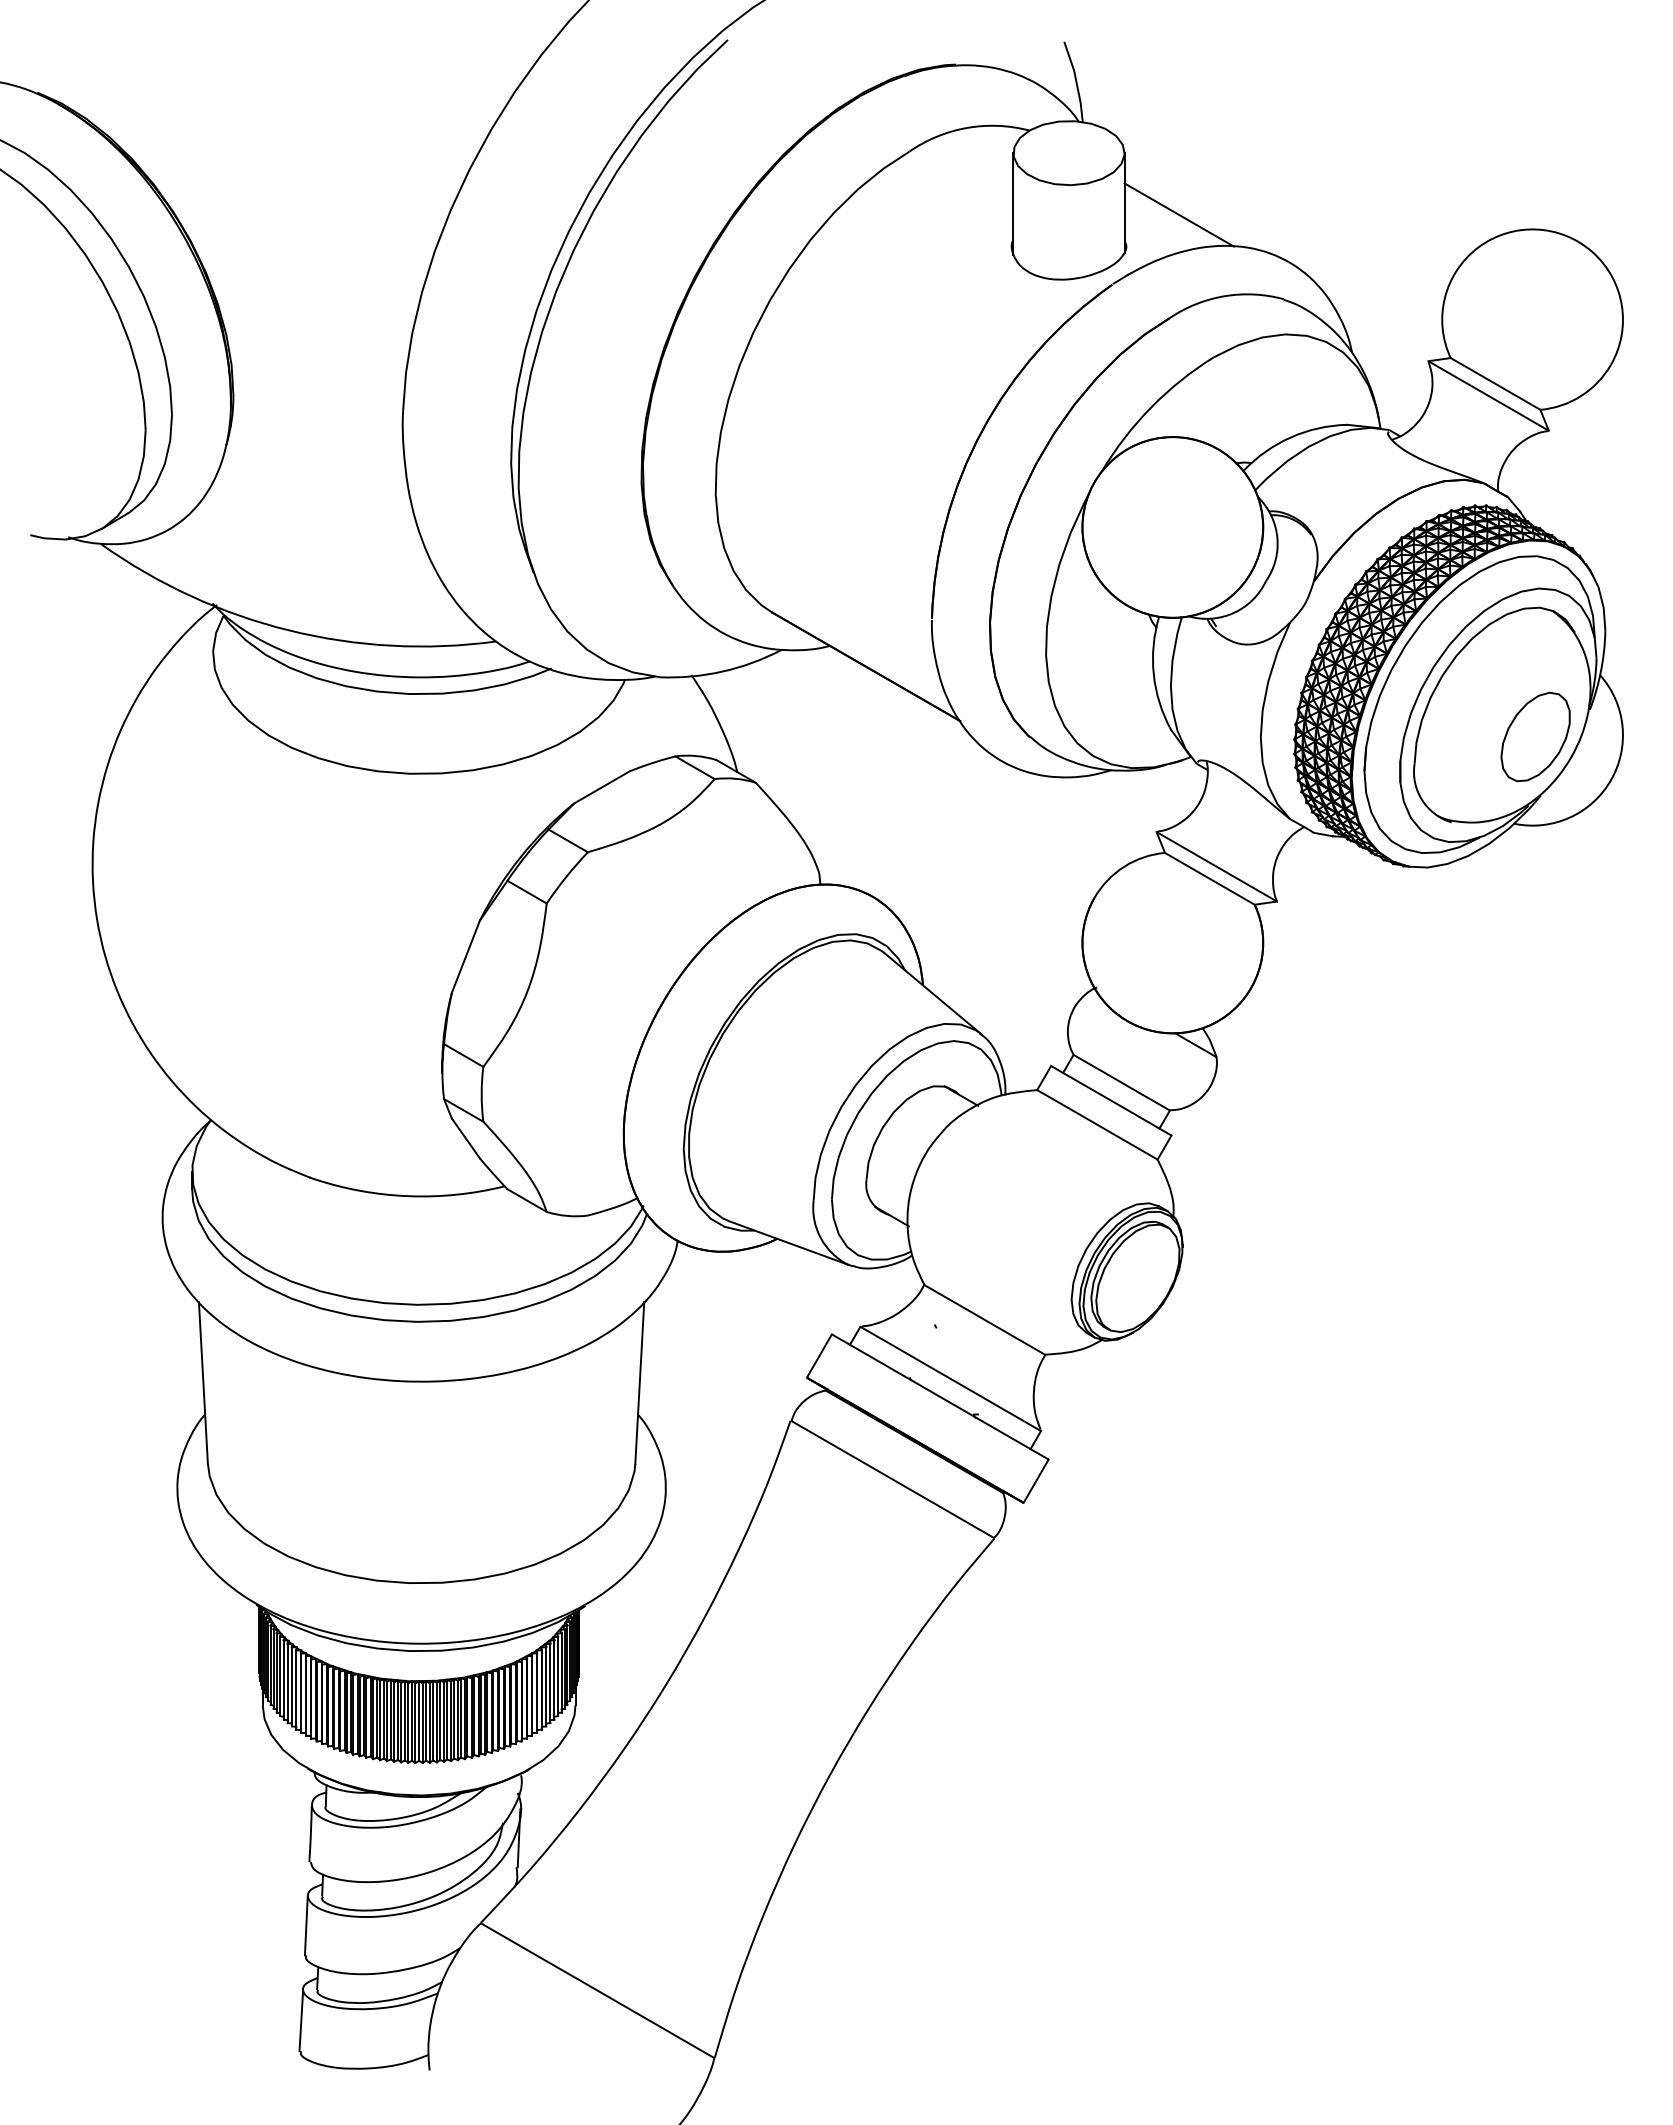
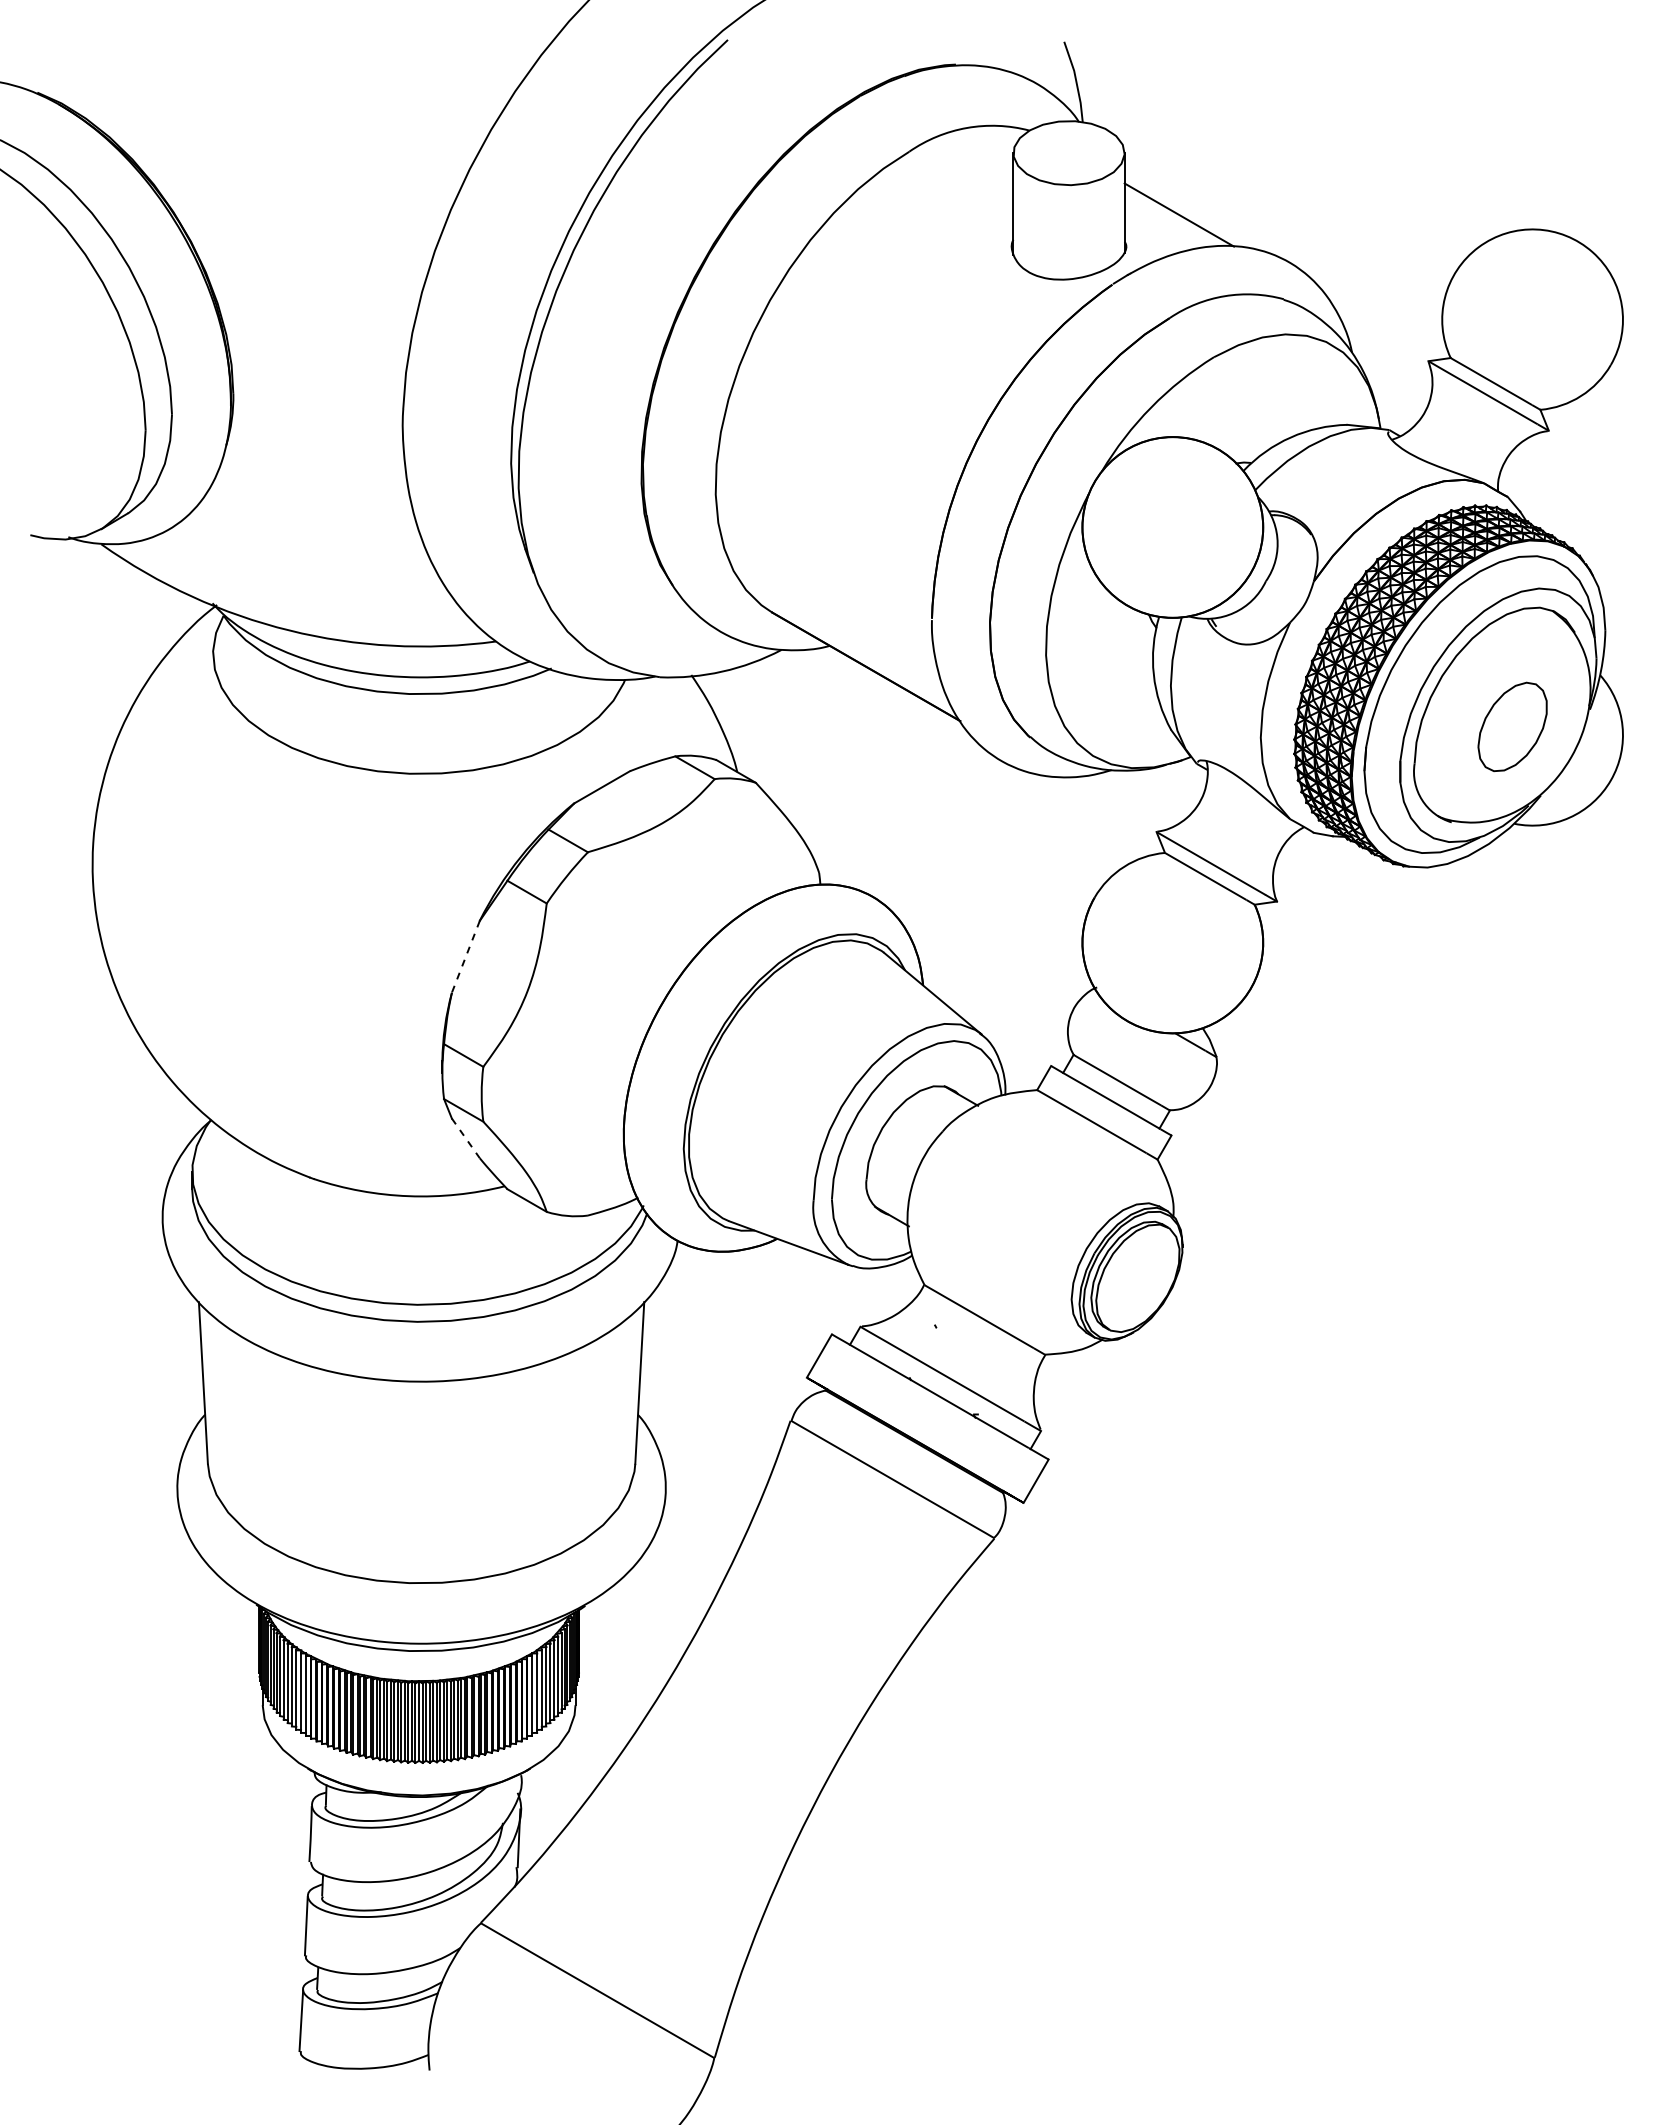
part at (1535, 736) position: (1535, 736) -> (1512, 726)
line at (465, 956): solid -> dashed
line at (466, 1138): solid -> dashed
